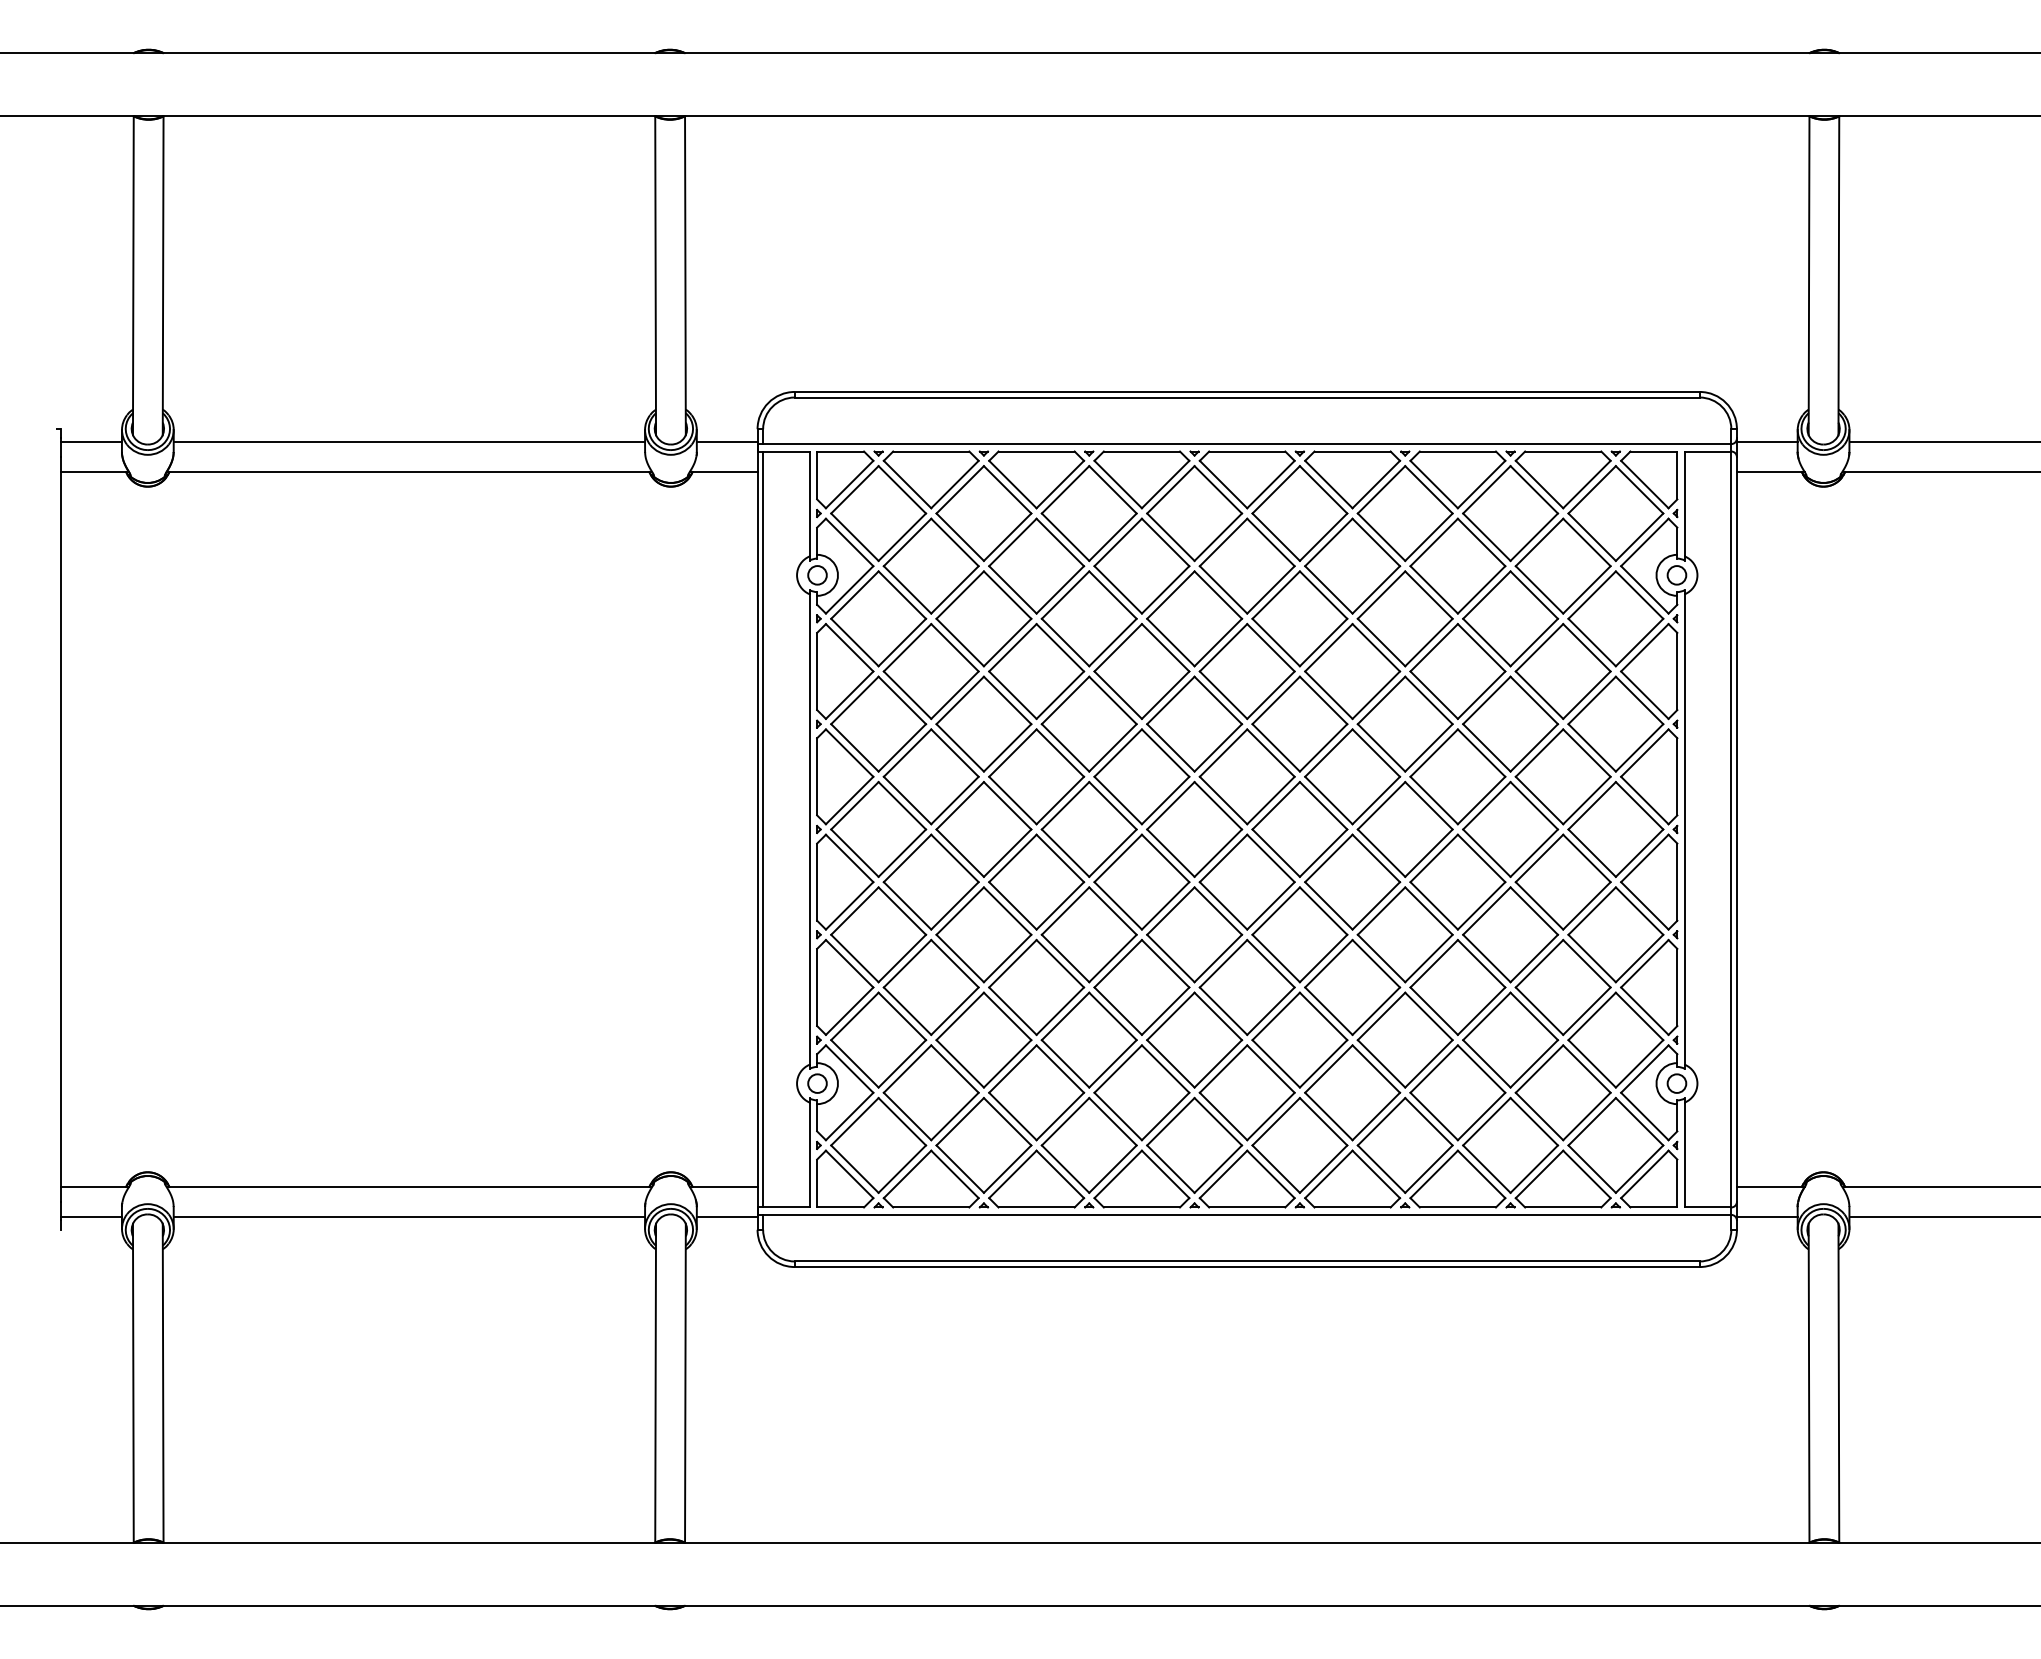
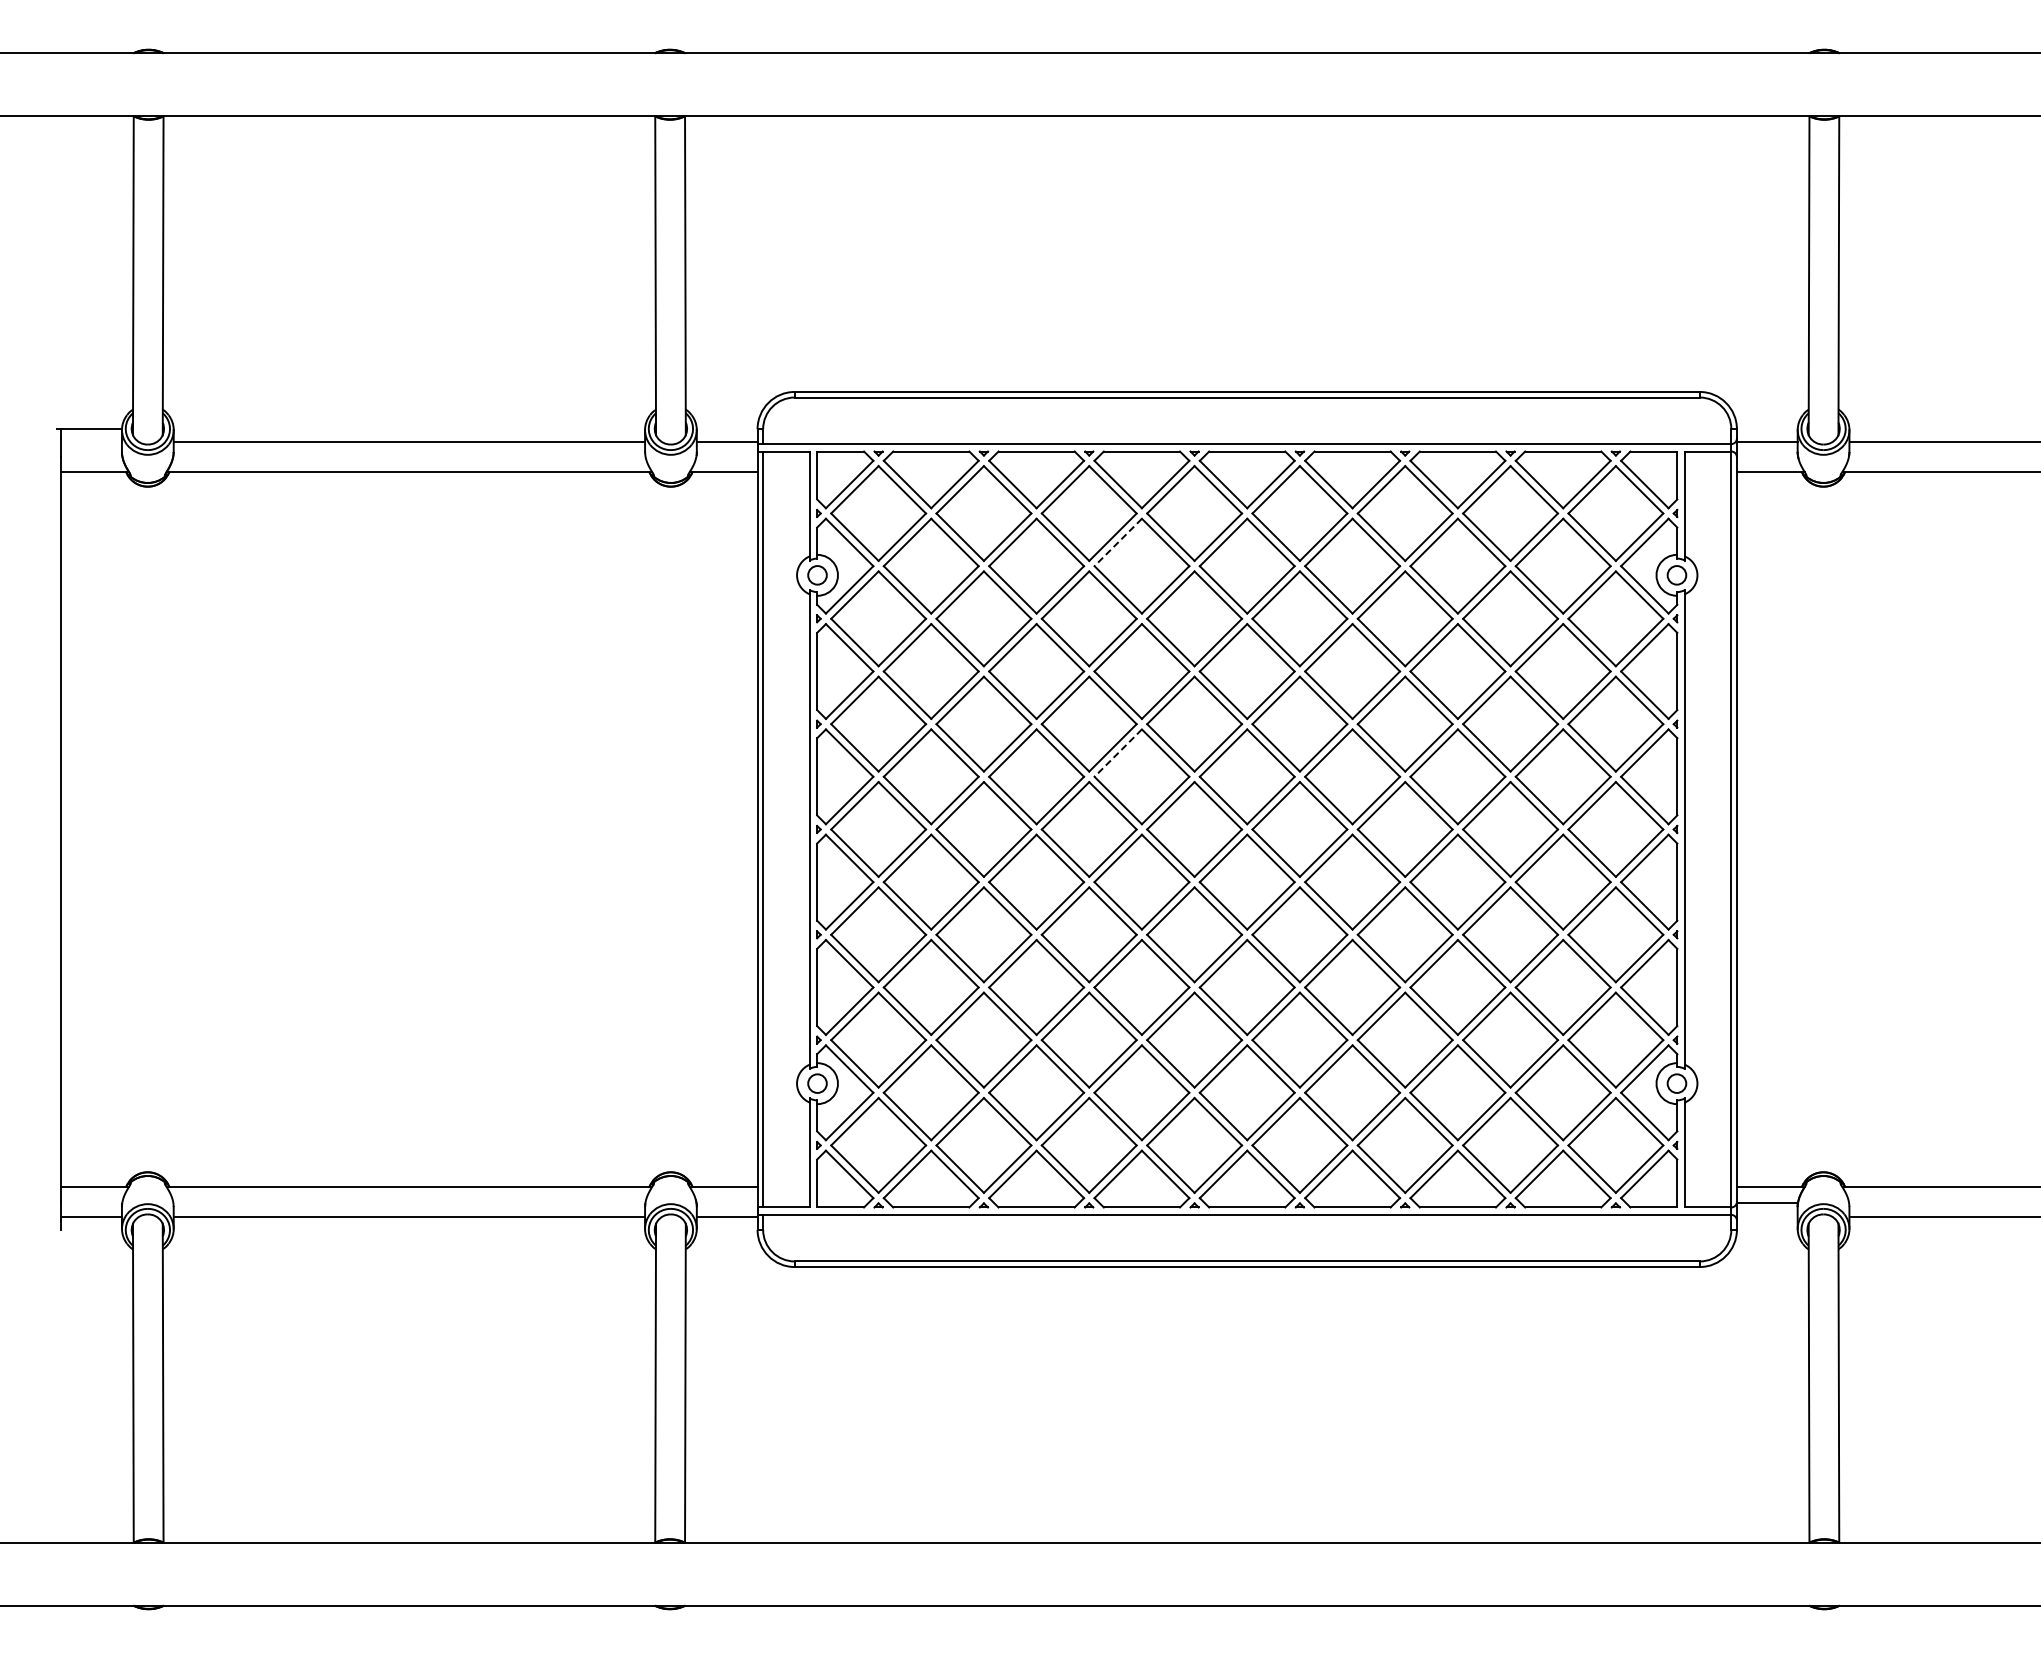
line at (91, 442) position: (91, 442) -> (91, 429)
line at (1118, 542): solid -> dashed
line at (1118, 753): solid -> dashed
line at (1766, 1216) position: (1766, 1216) -> (1766, 1202)
